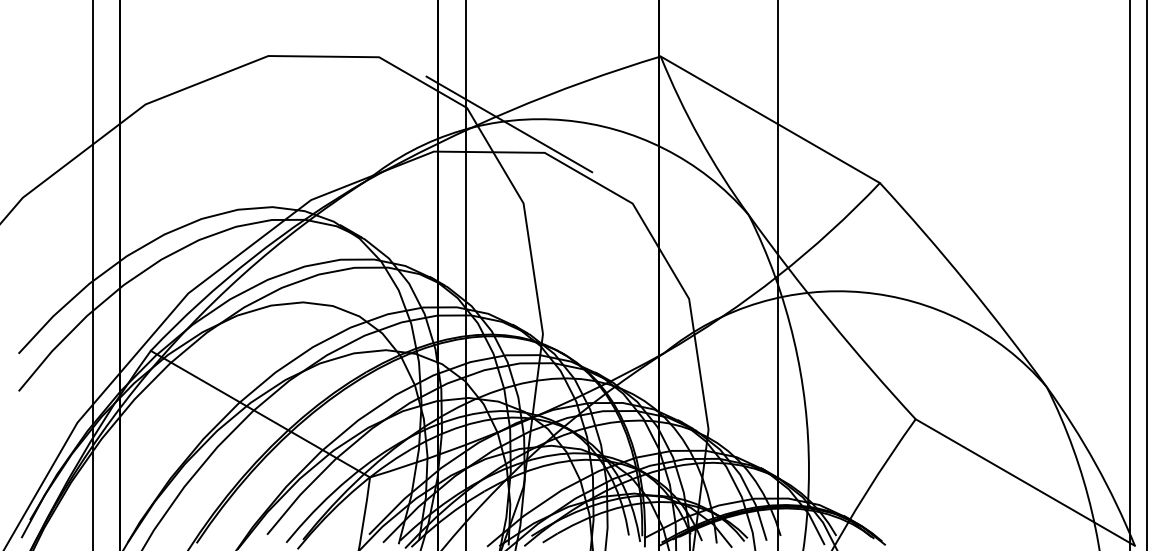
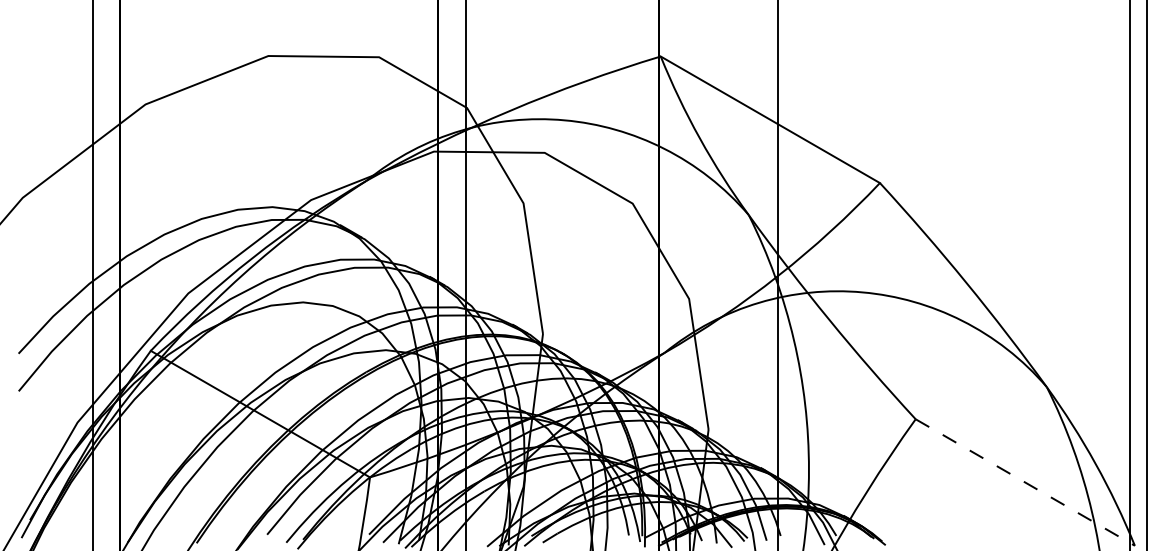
line at (509, 124): present -> none
line at (1025, 482): solid -> dashed
